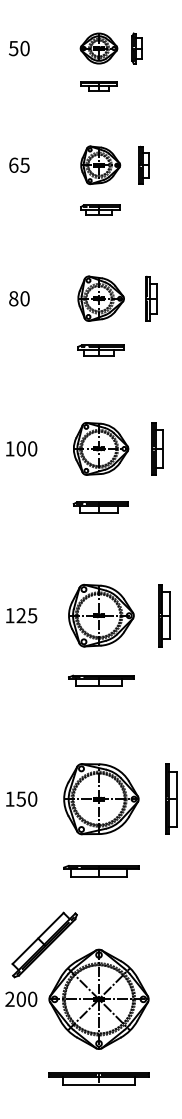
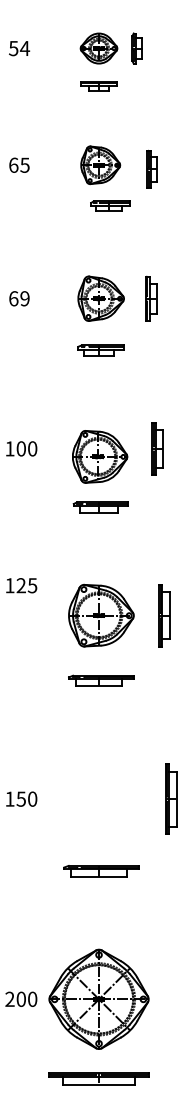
text at (24, 48): 50 -> 54
part at (143, 164) position: (143, 164) -> (151, 168)
part at (100, 209) position: (100, 209) -> (110, 205)
text at (19, 298): 80 -> 69
part at (101, 448) position: (101, 448) -> (100, 456)
text at (21, 615) position: (21, 615) -> (21, 585)
part at (101, 799): present -> none
part at (44, 944): present -> none
